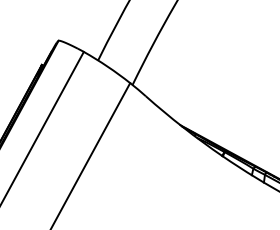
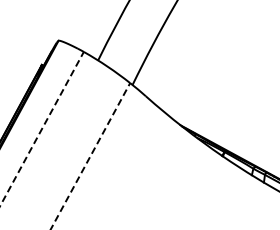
line at (41, 129): solid -> dashed
line at (90, 155): solid -> dashed
